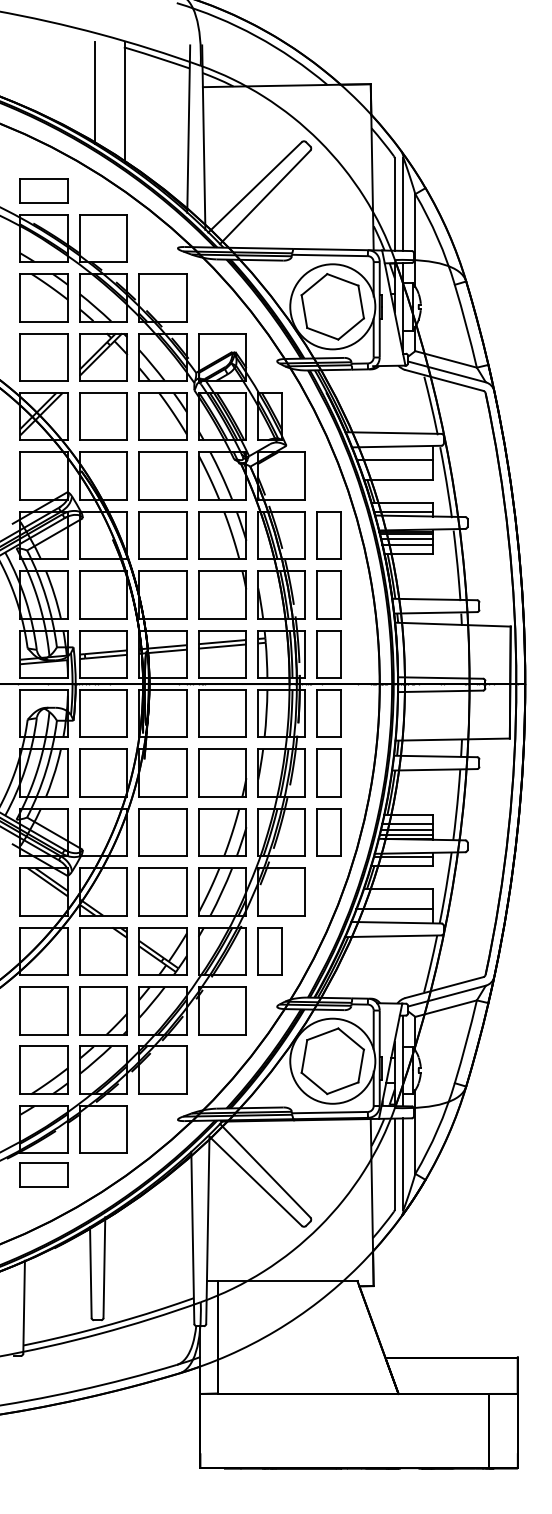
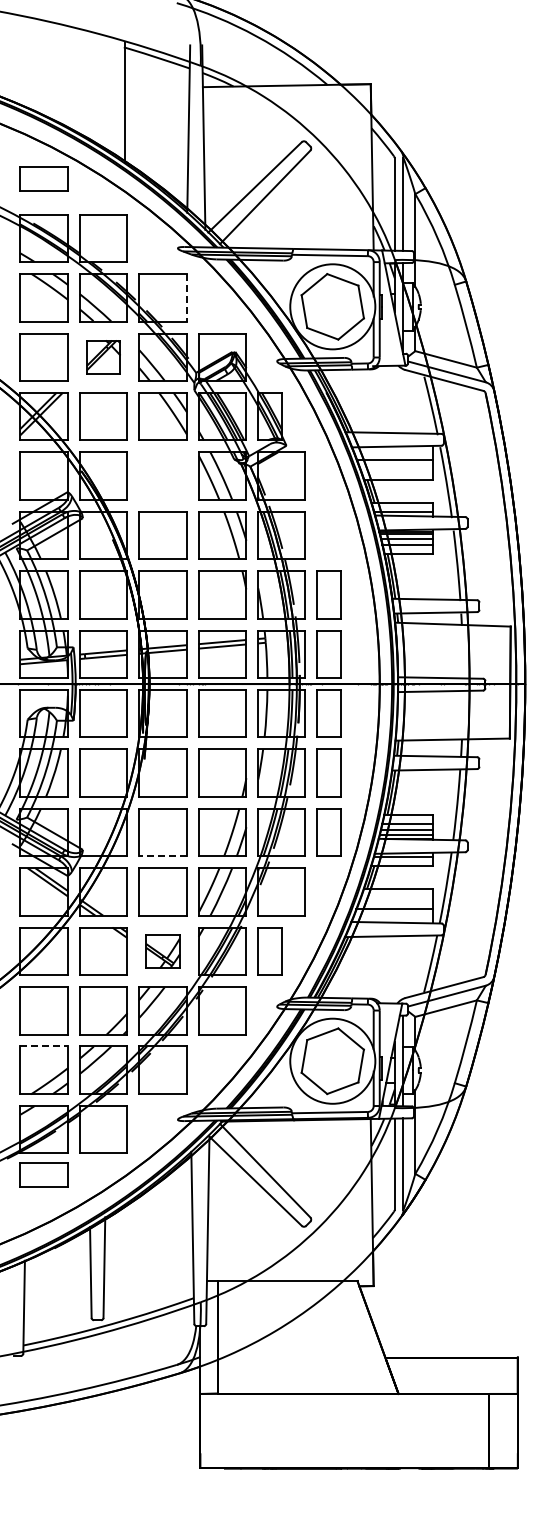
line at (95, 93): present -> none
part at (43, 190) position: (43, 190) -> (43, 178)
line at (186, 297): solid -> dashed
part at (103, 356) size: 50x50 px -> 35x35 px
part at (162, 475): present -> none
part at (328, 535): present -> none
line at (162, 856): solid -> dashed
part at (162, 951) size: 50x49 px -> 36x35 px
line at (44, 1046): solid -> dashed
